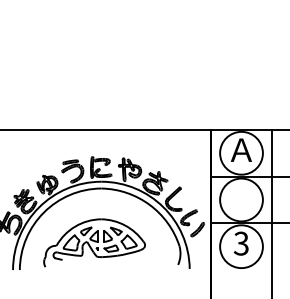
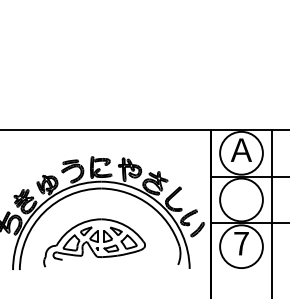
text at (240, 243): 3 -> 7
